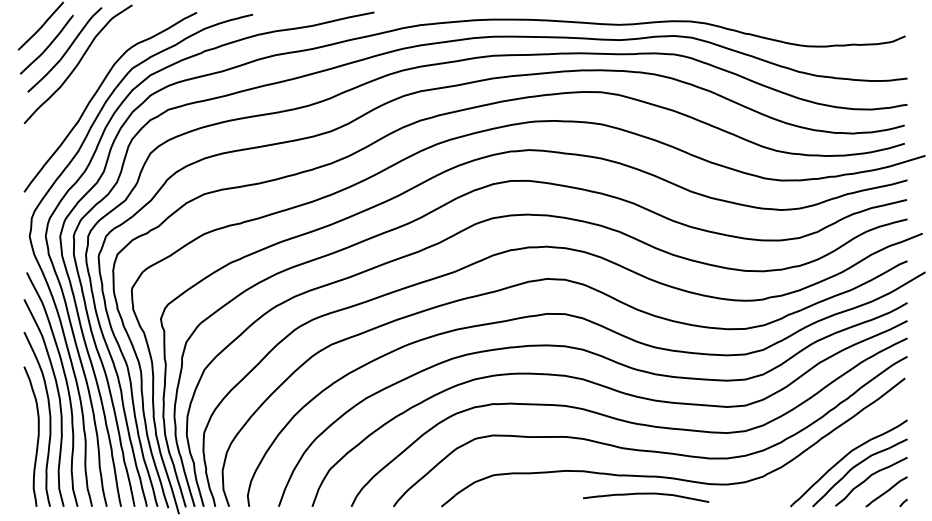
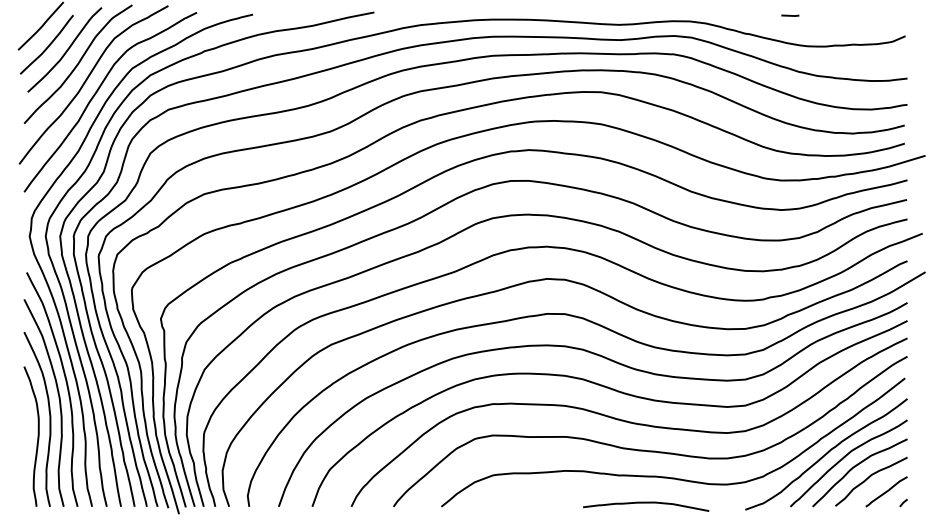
line at (790, 15): none -> present
curve at (87, 80): none -> present
curve at (826, 454): none -> present
curve at (646, 494) position: (646, 494) -> (646, 503)
